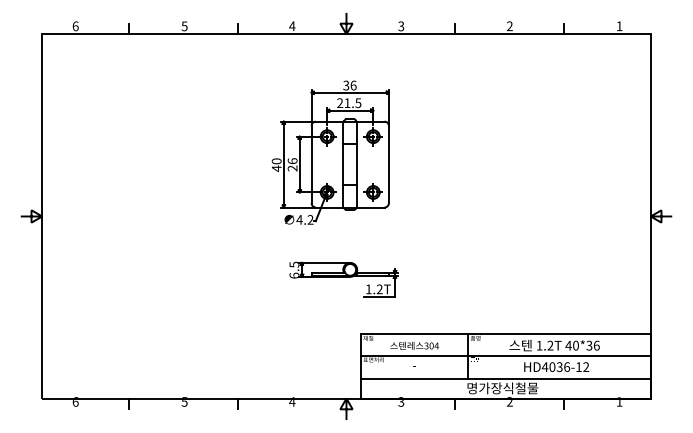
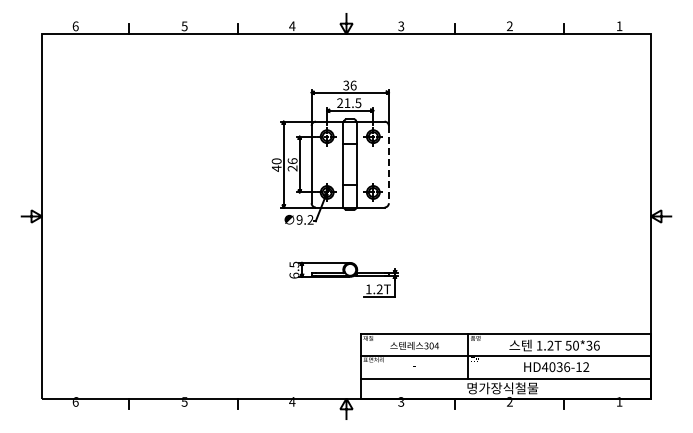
line at (388, 164): solid -> dashed
text at (299, 219): 4.2 -> 9.2
text at (568, 345): 40*36 -> 50*36
